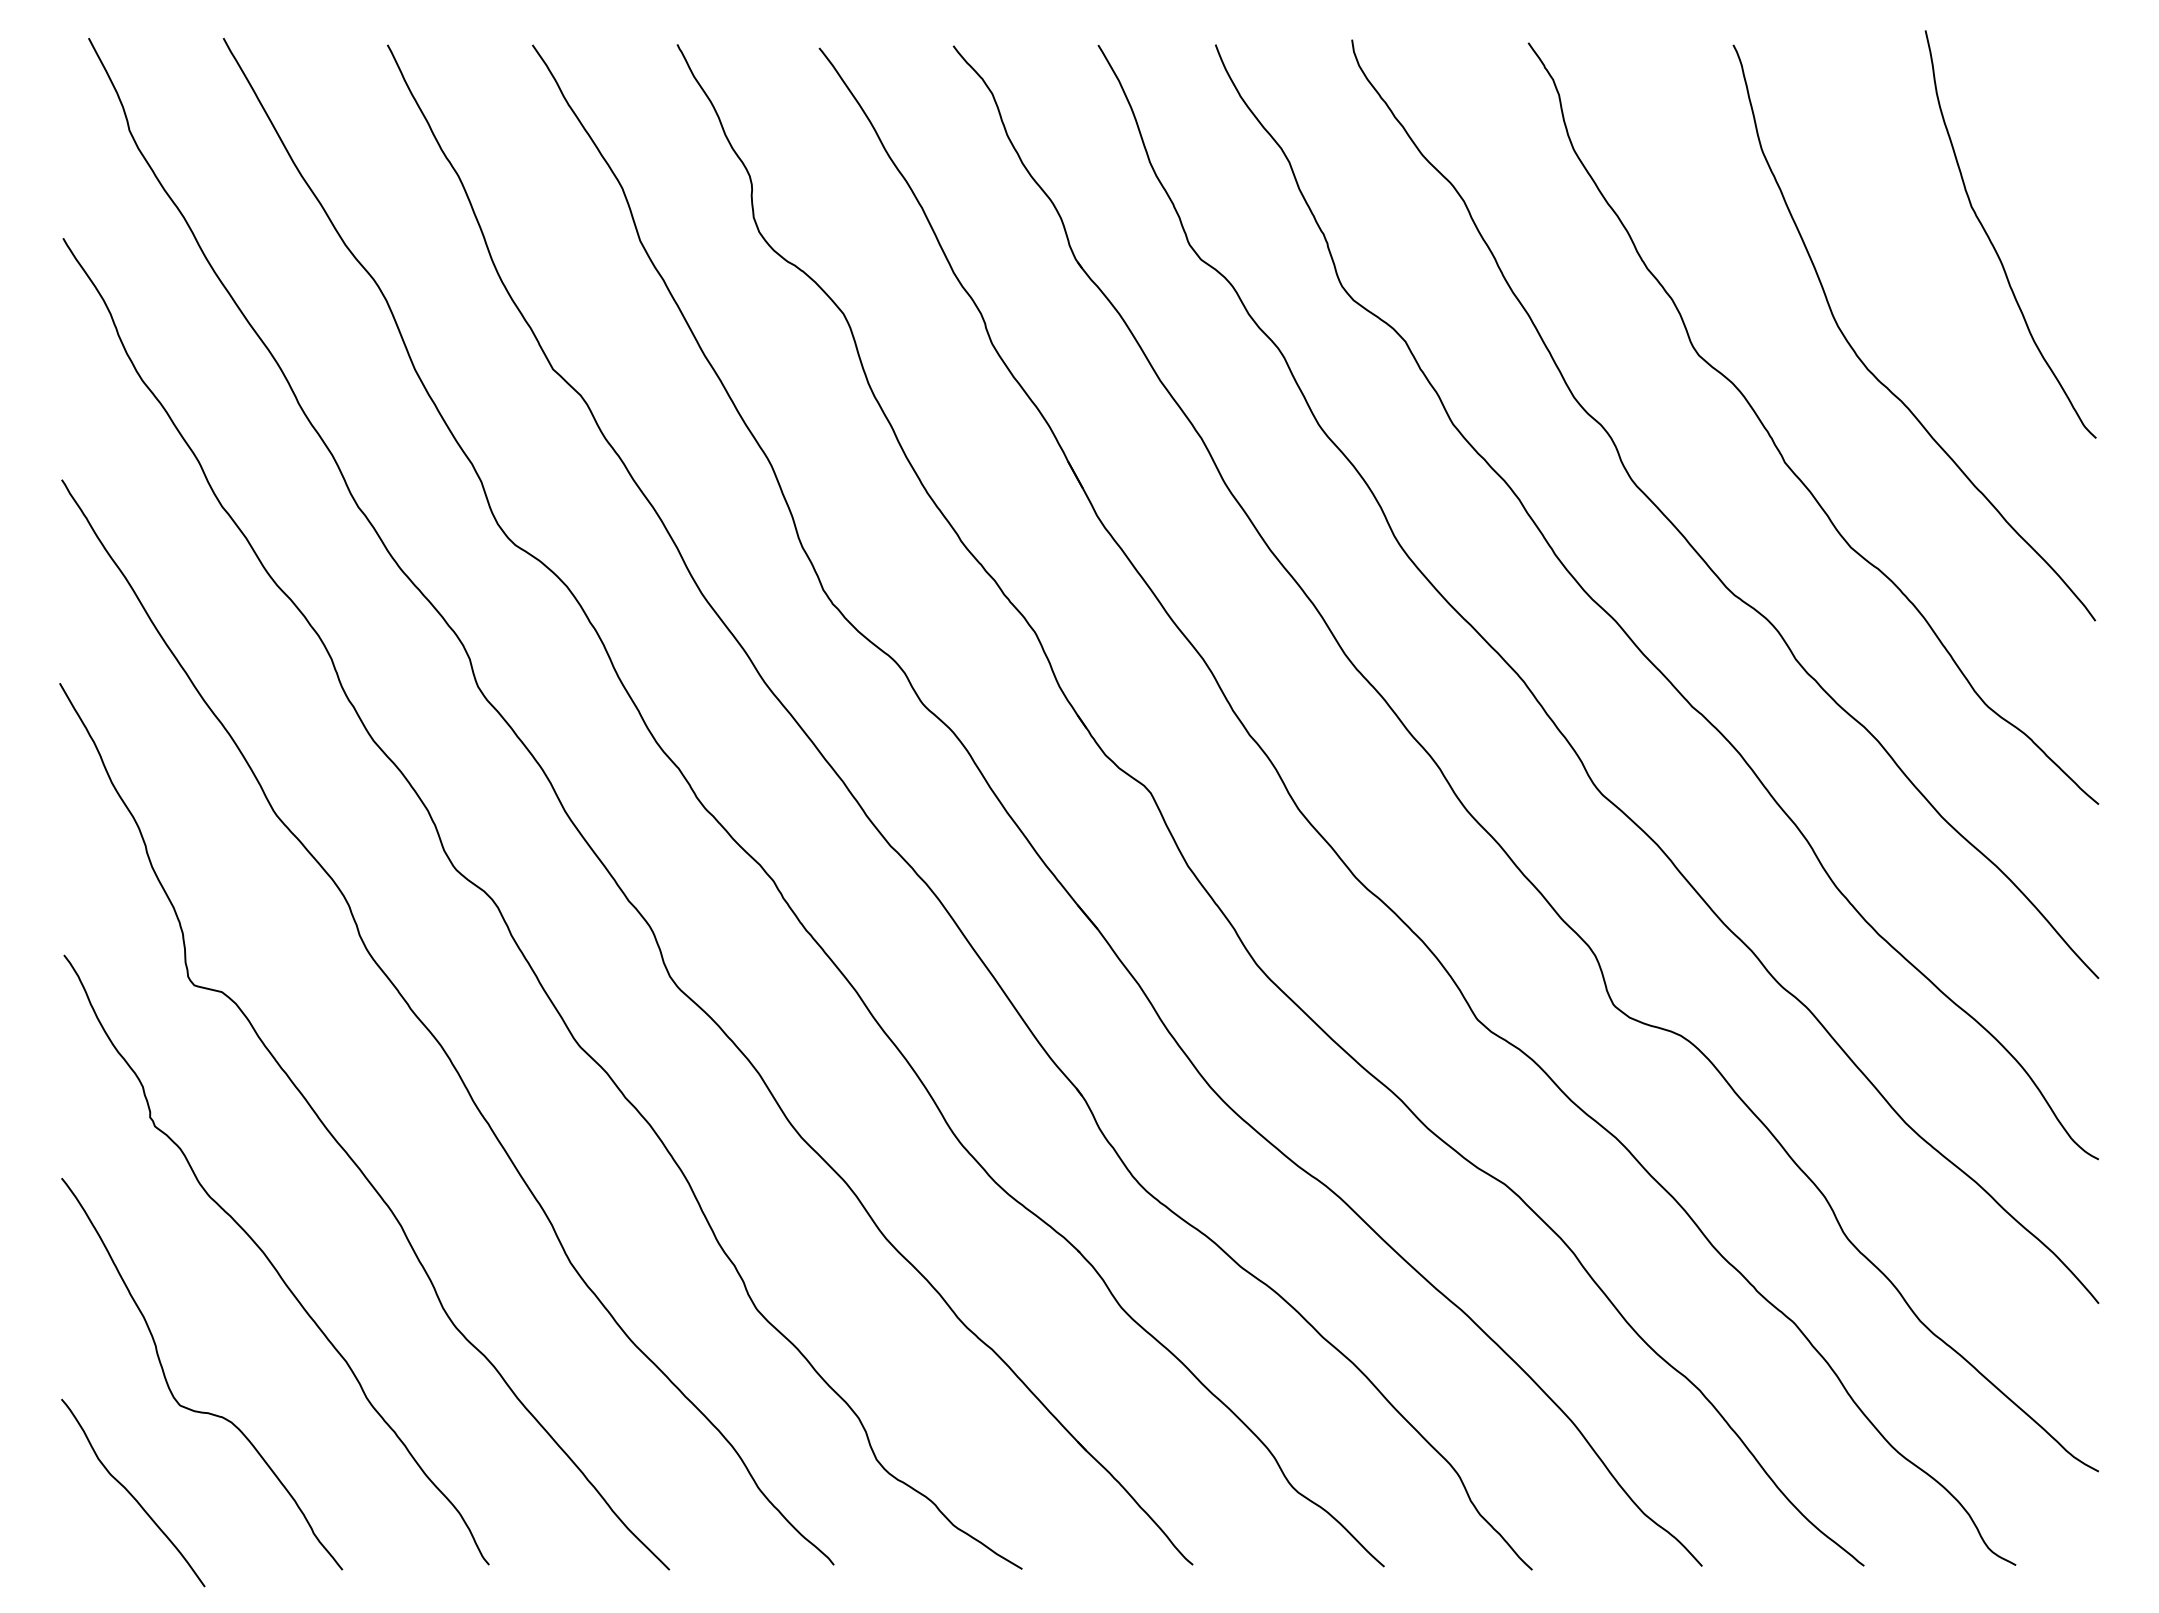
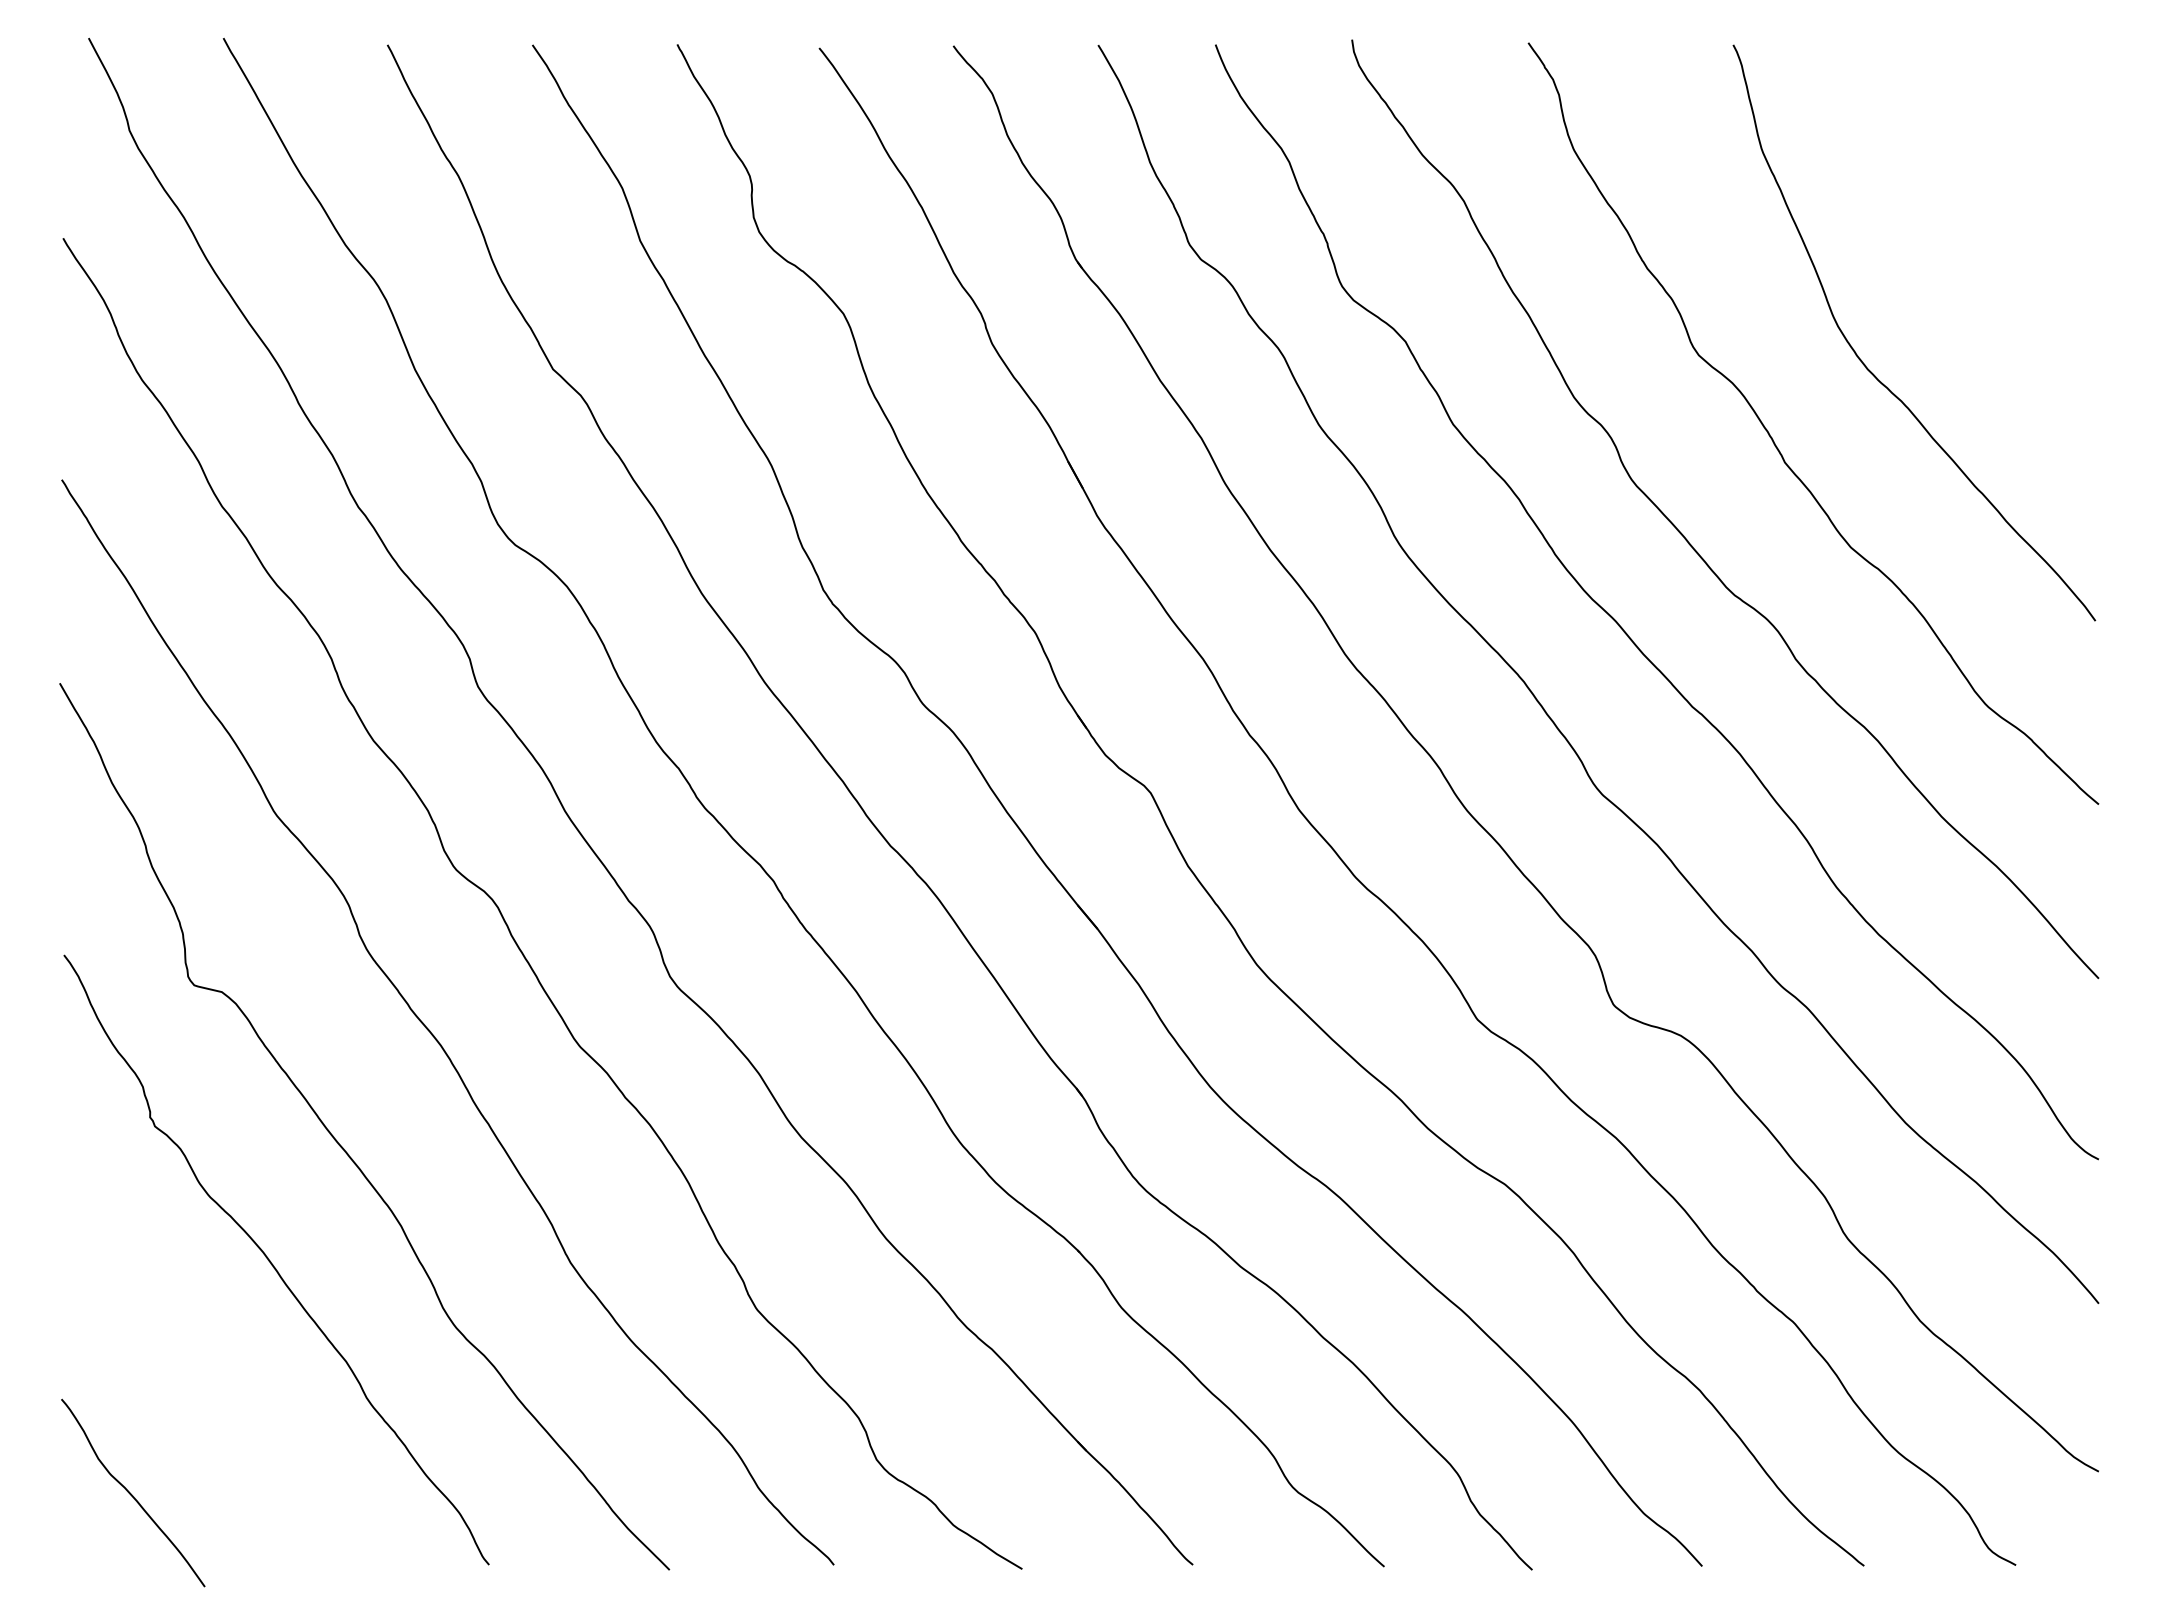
curve at (1992, 242): present -> none
curve at (171, 1390): present -> none
